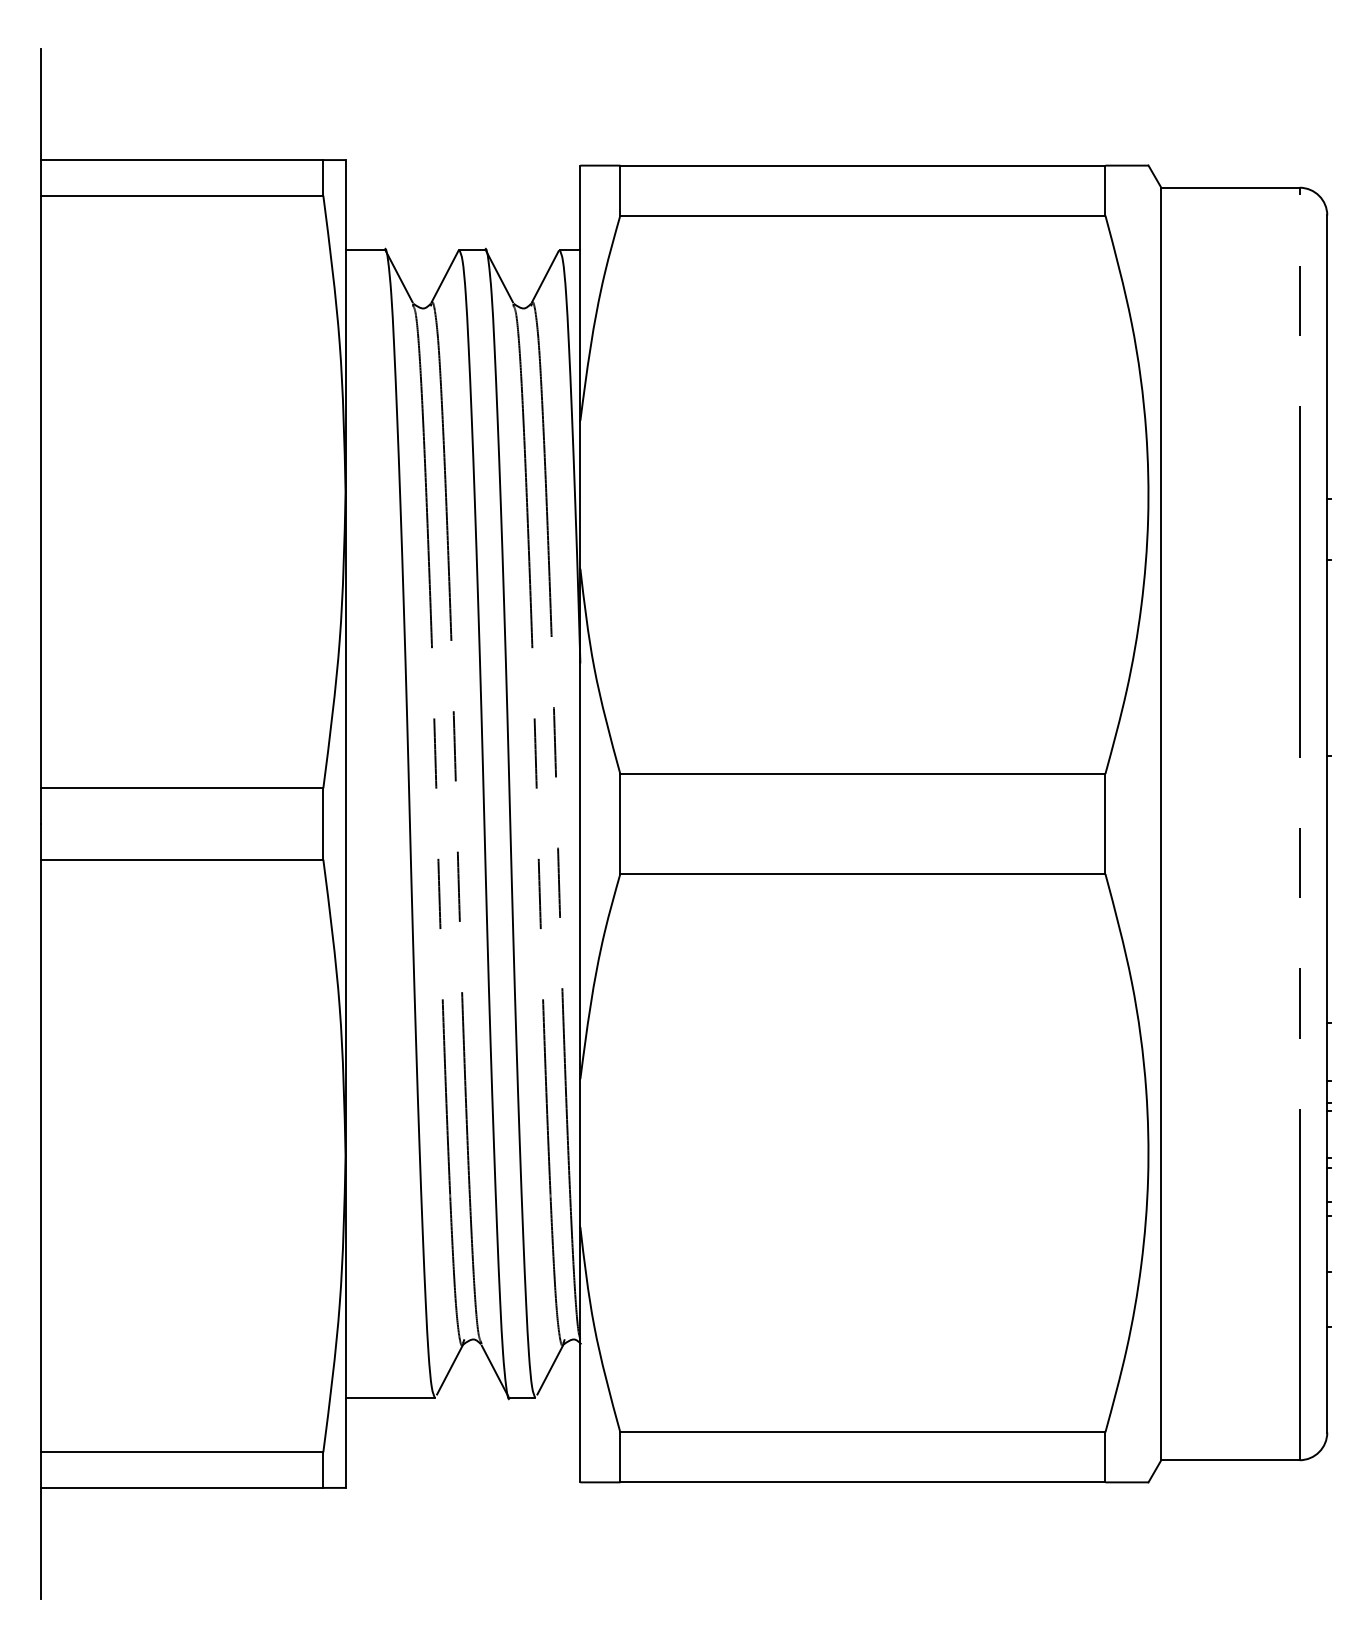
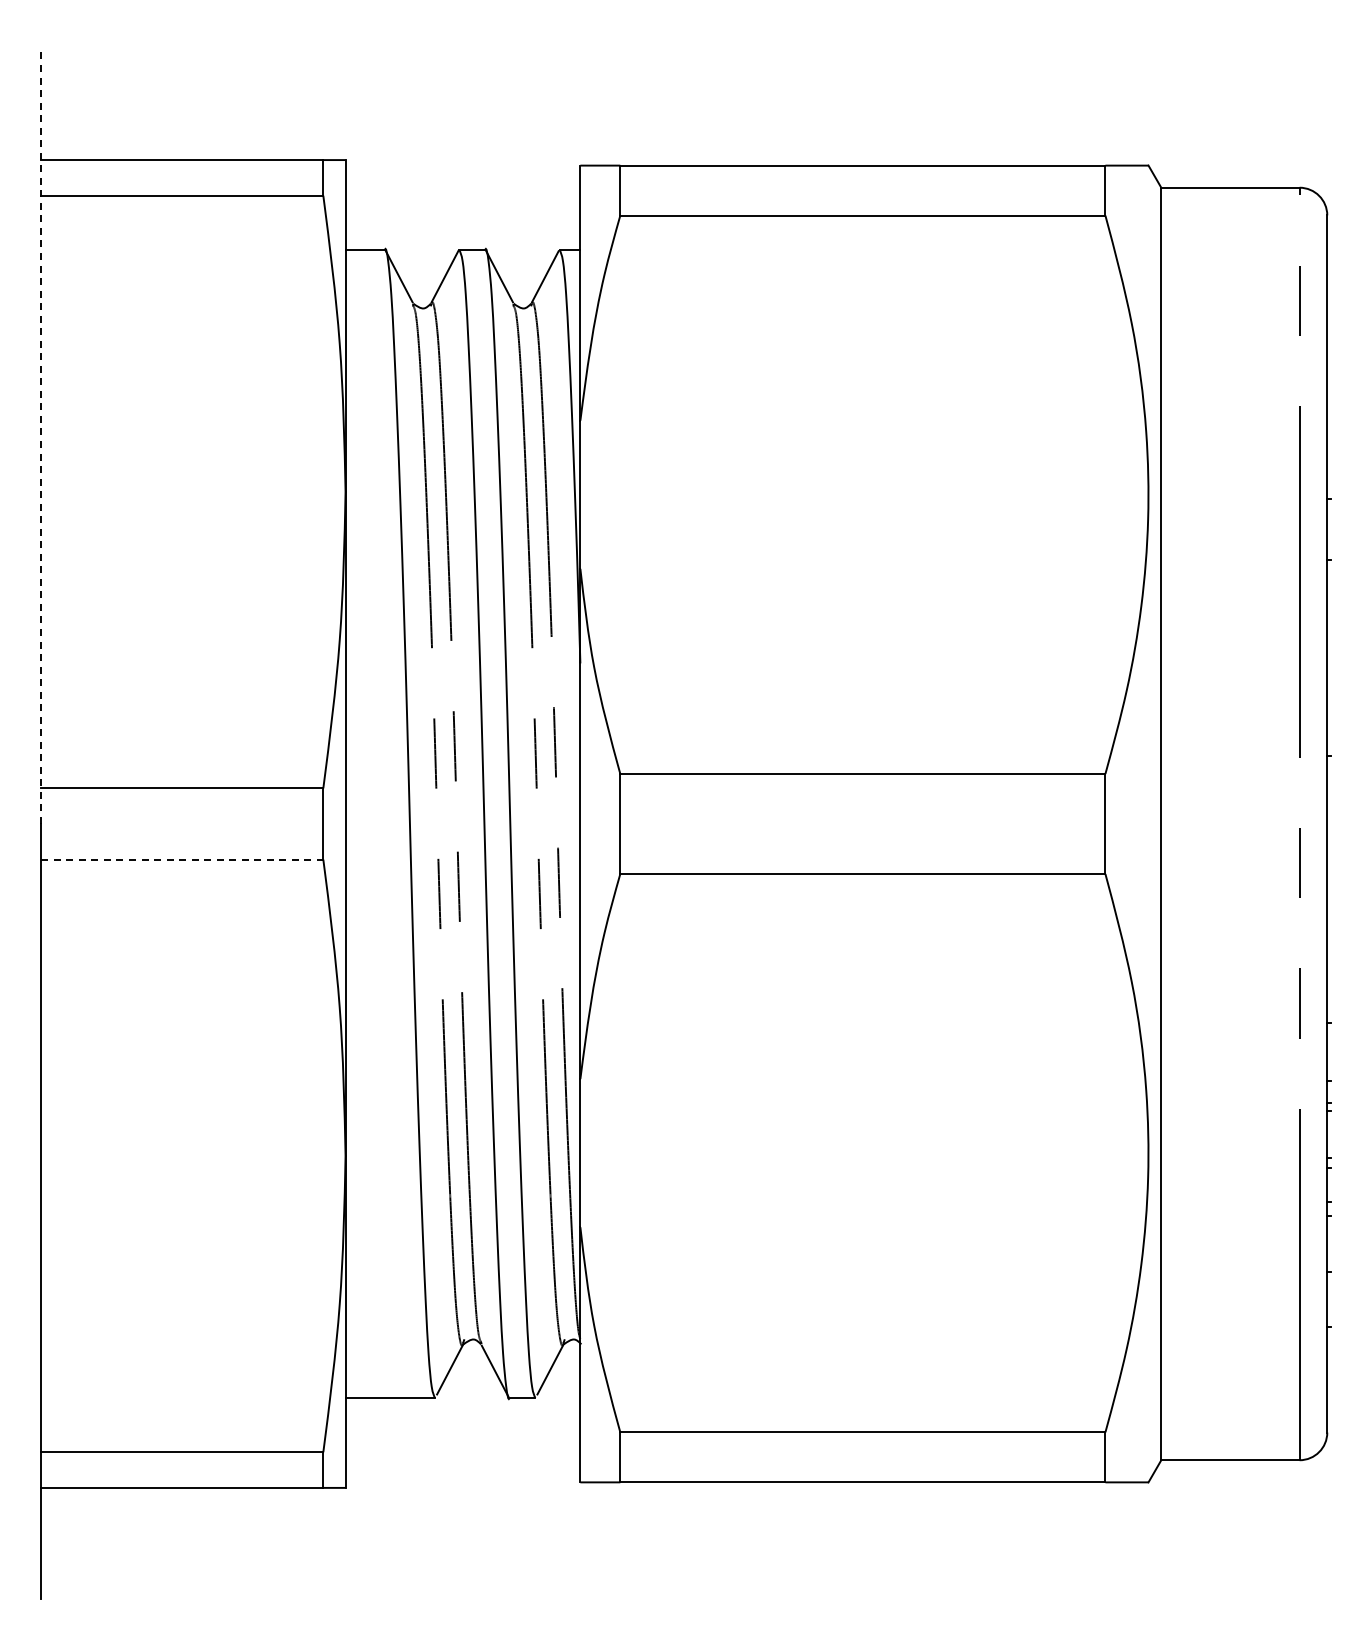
line at (41, 436): solid -> dashed
line at (182, 859): solid -> dashed
